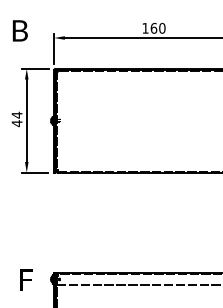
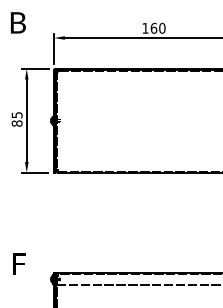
text at (20, 30) position: (20, 30) -> (18, 22)
text at (16, 119): 44 -> 85
text at (26, 279) position: (26, 279) -> (19, 263)
